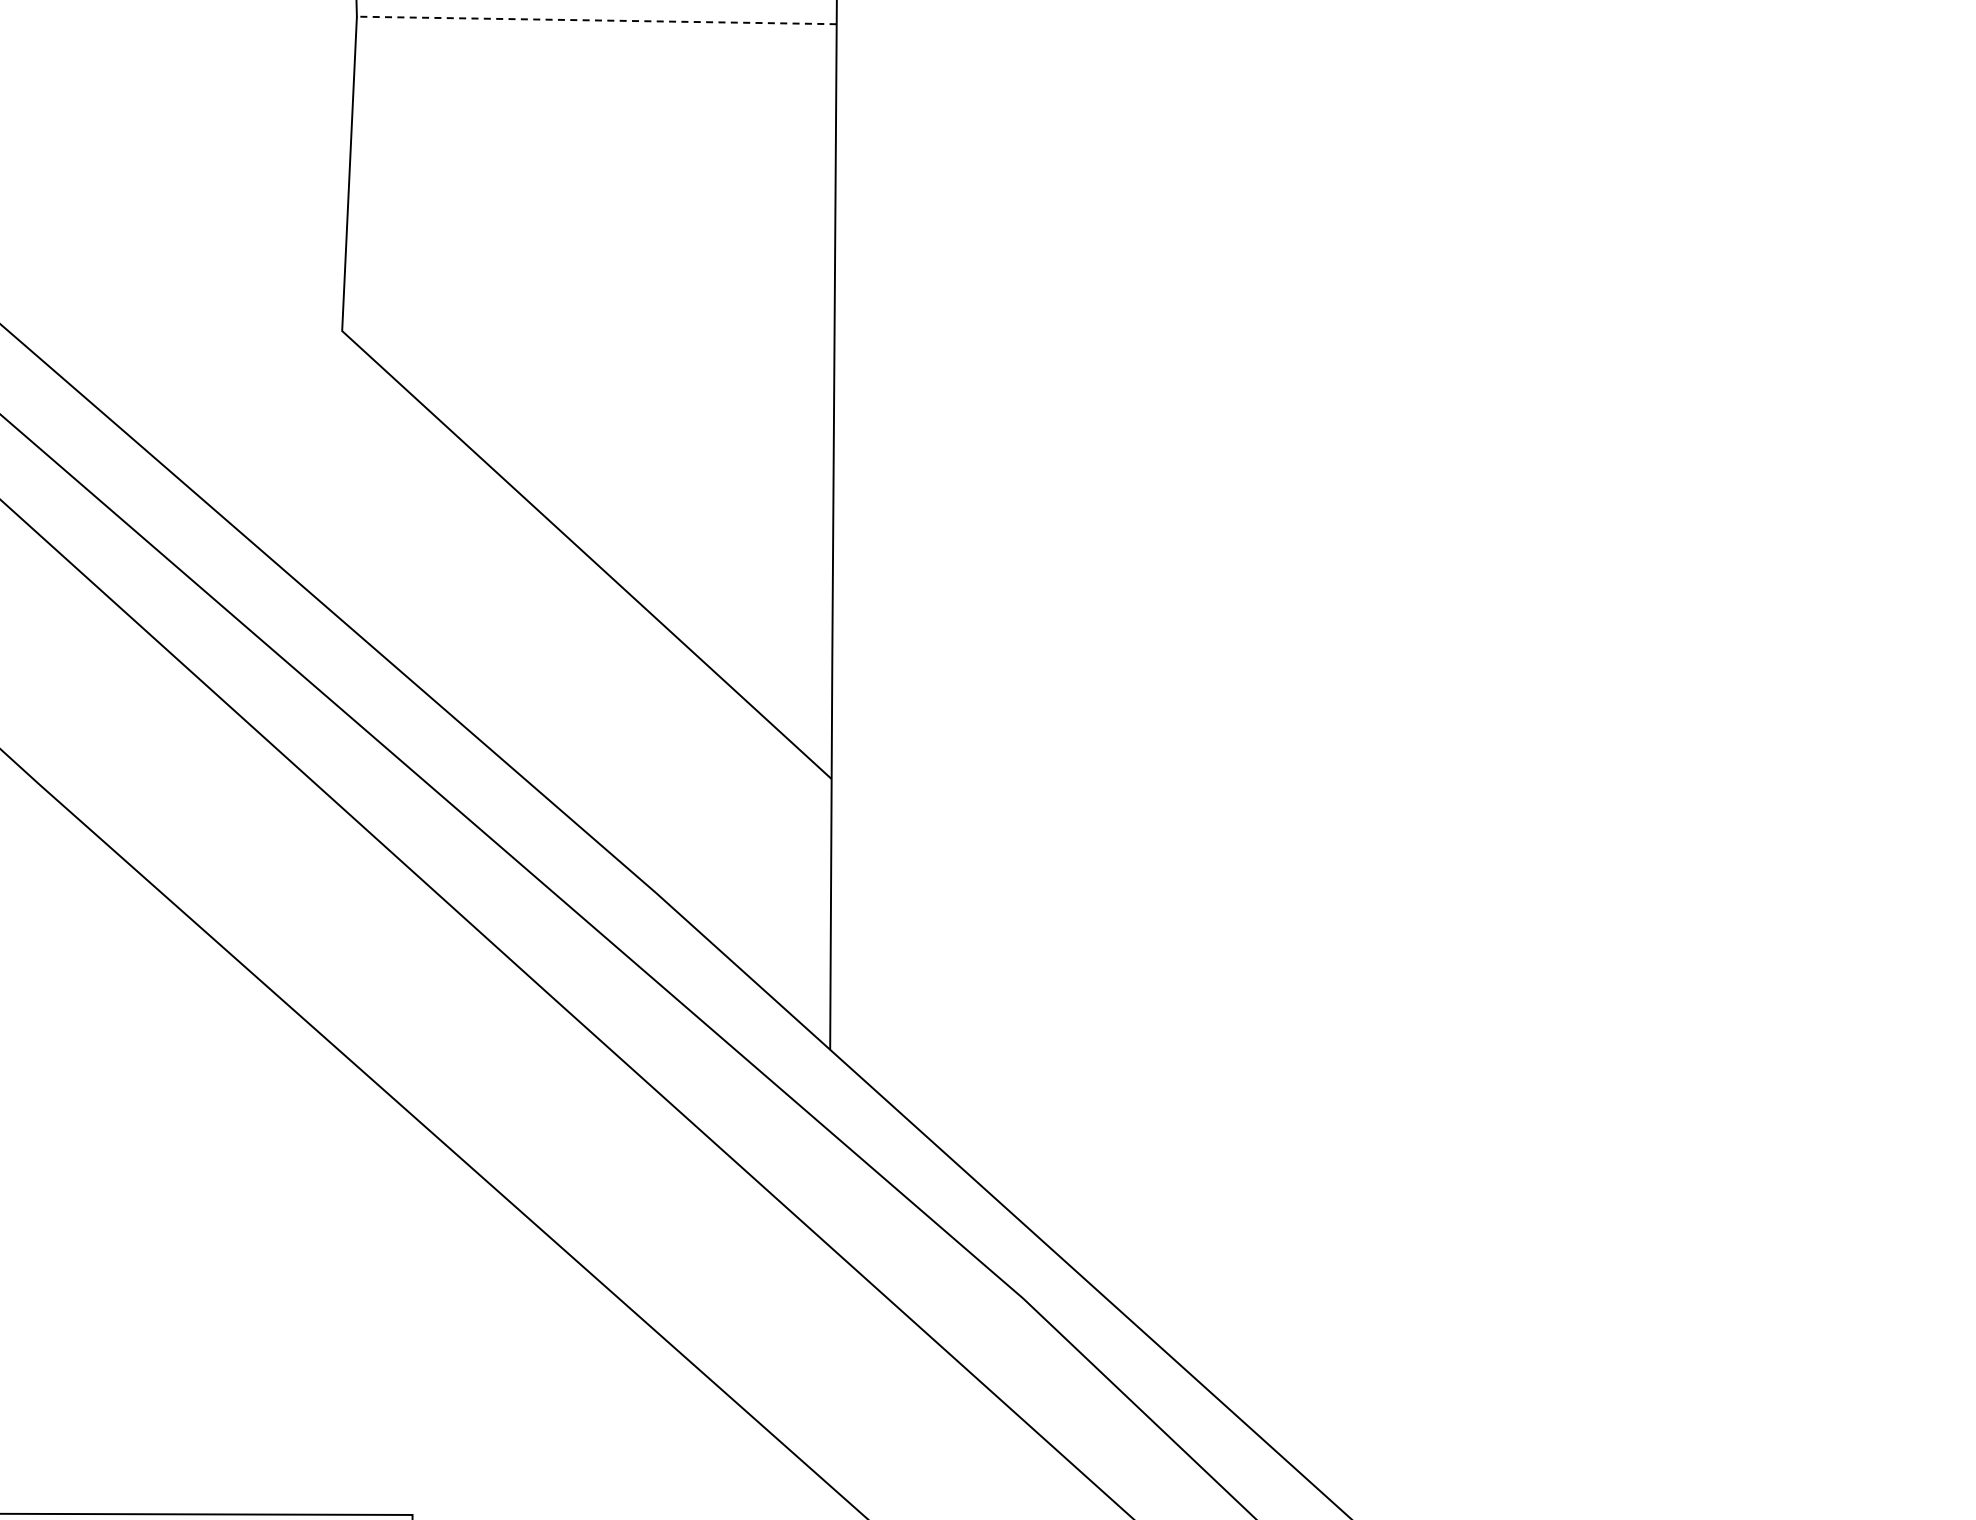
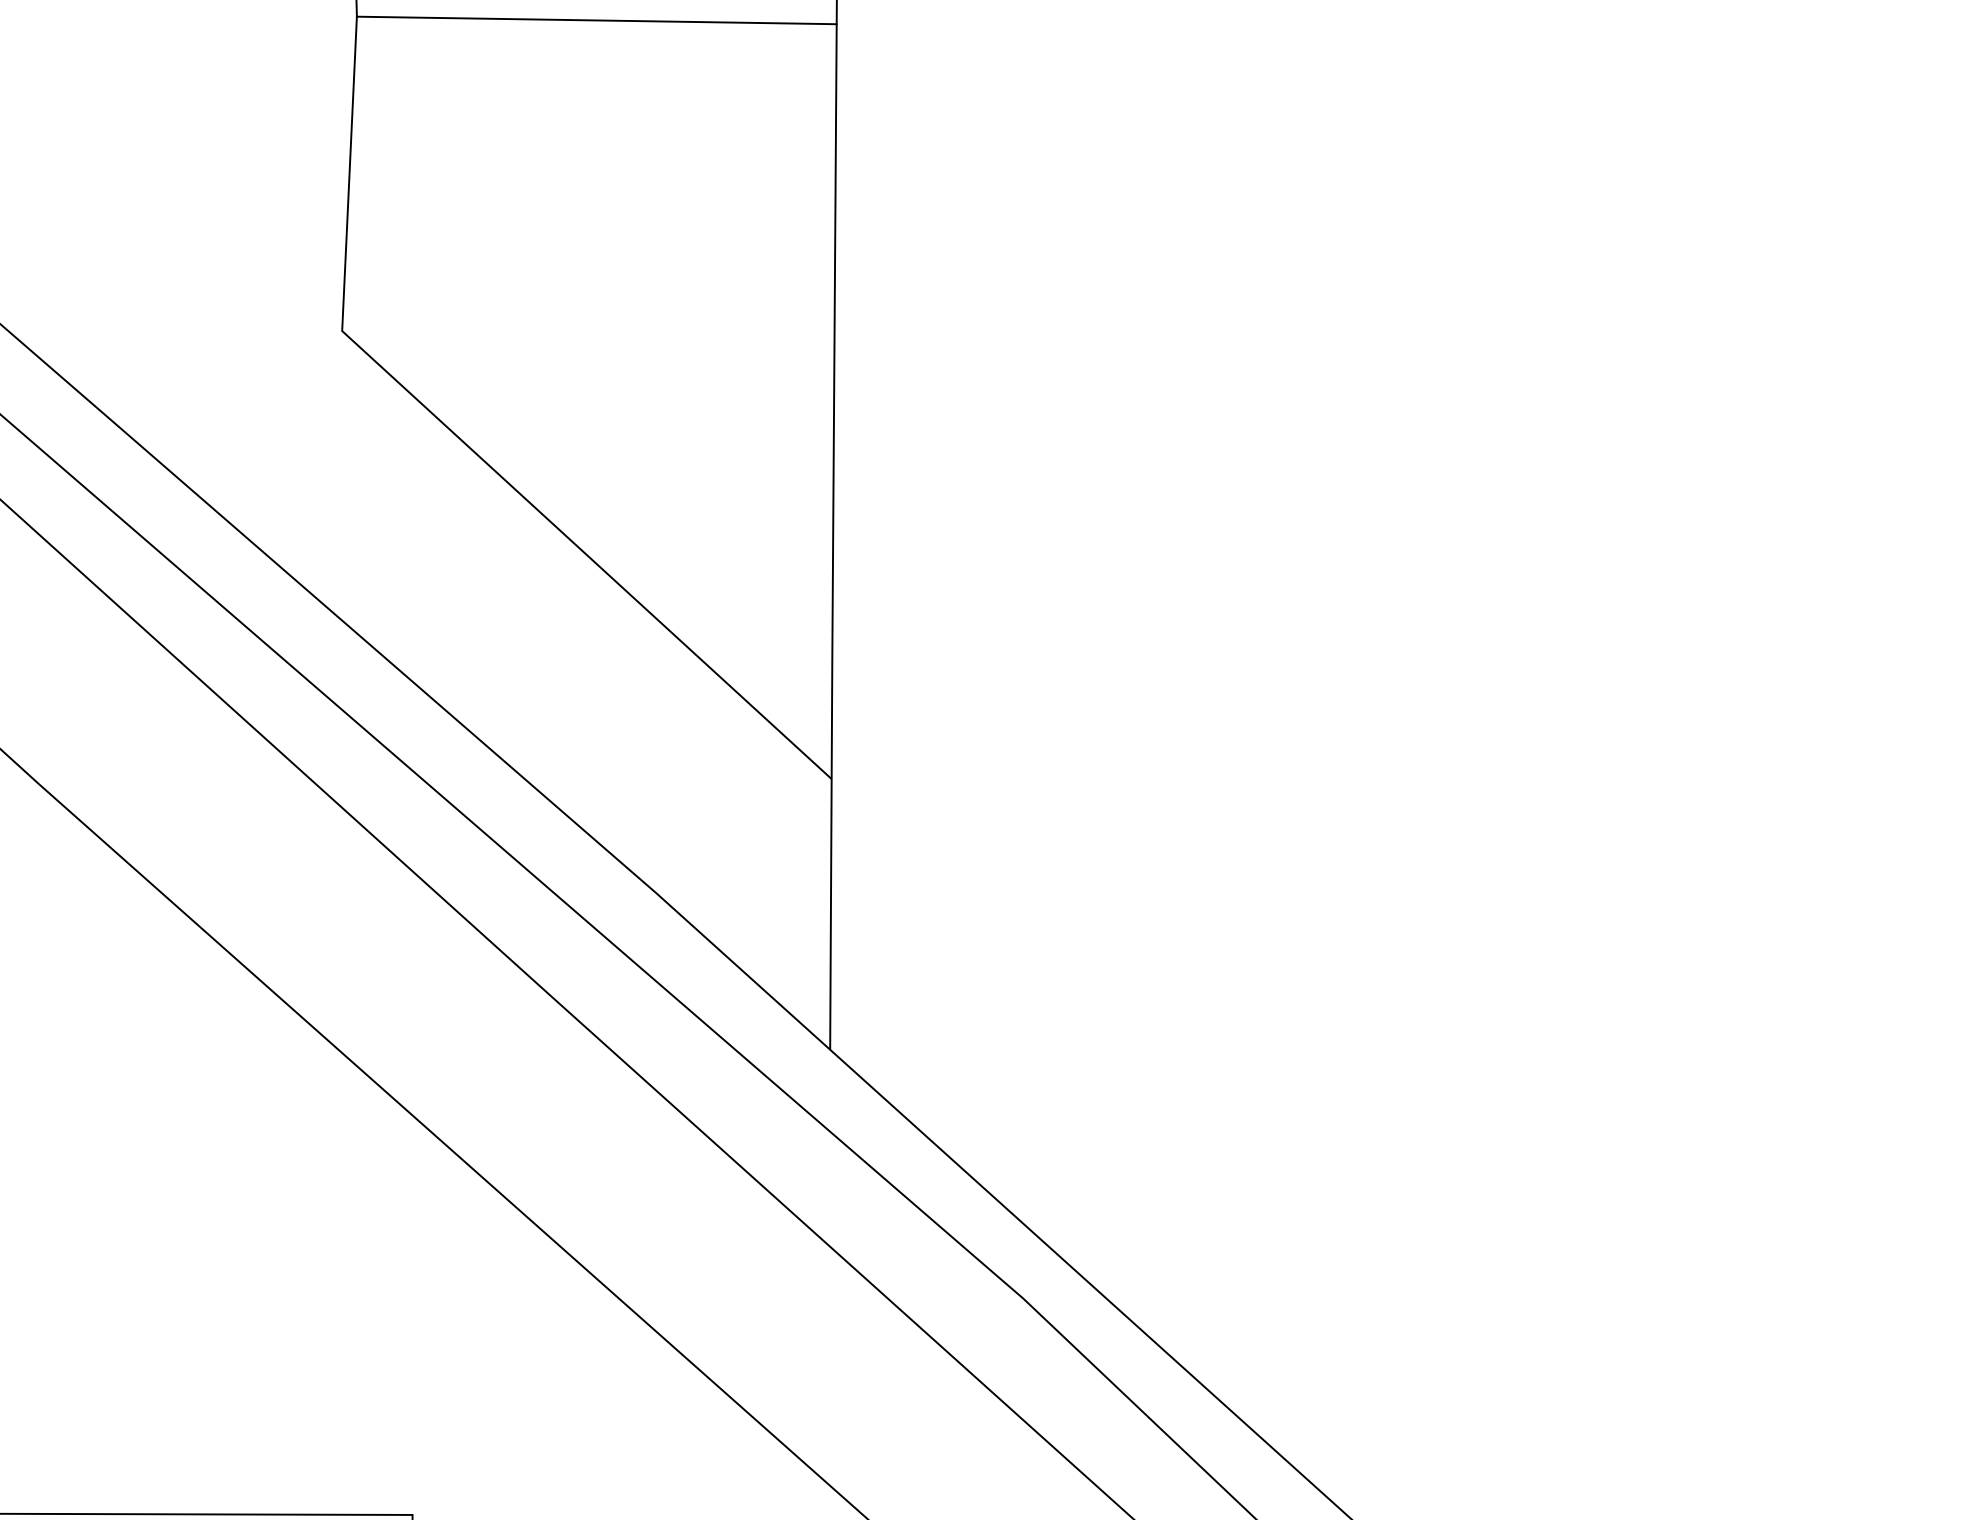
line at (596, 20): dashed -> solid
